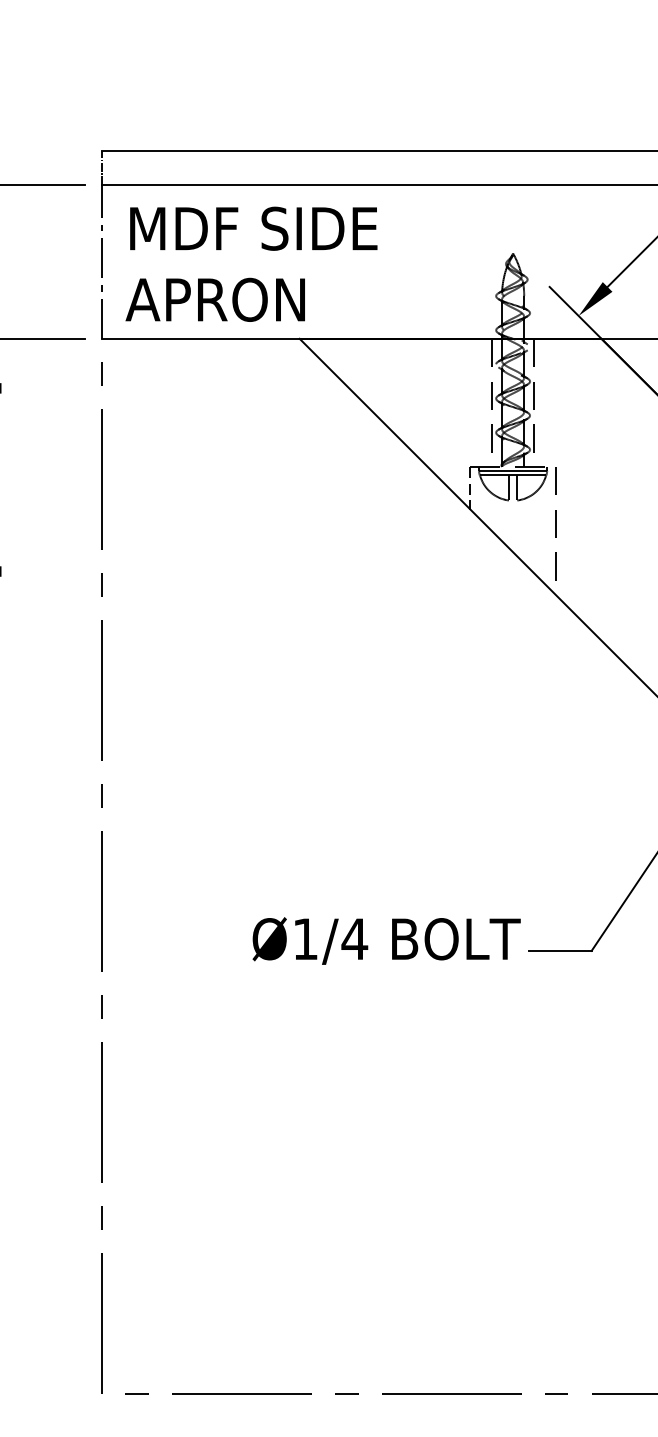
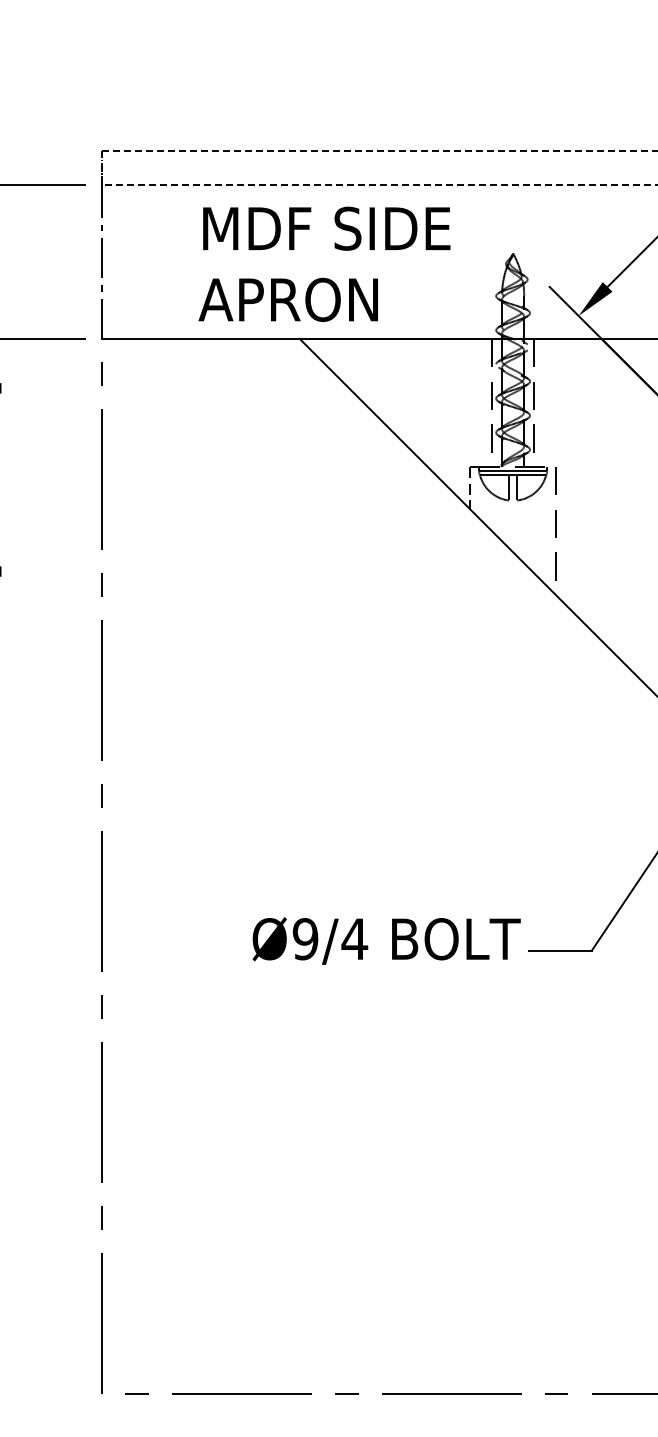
line at (379, 151): solid -> dashed
line at (379, 185): solid -> dashed
text at (251, 263) position: (251, 263) -> (324, 263)
text at (305, 939): Ø1/4 -> Ø9/4
